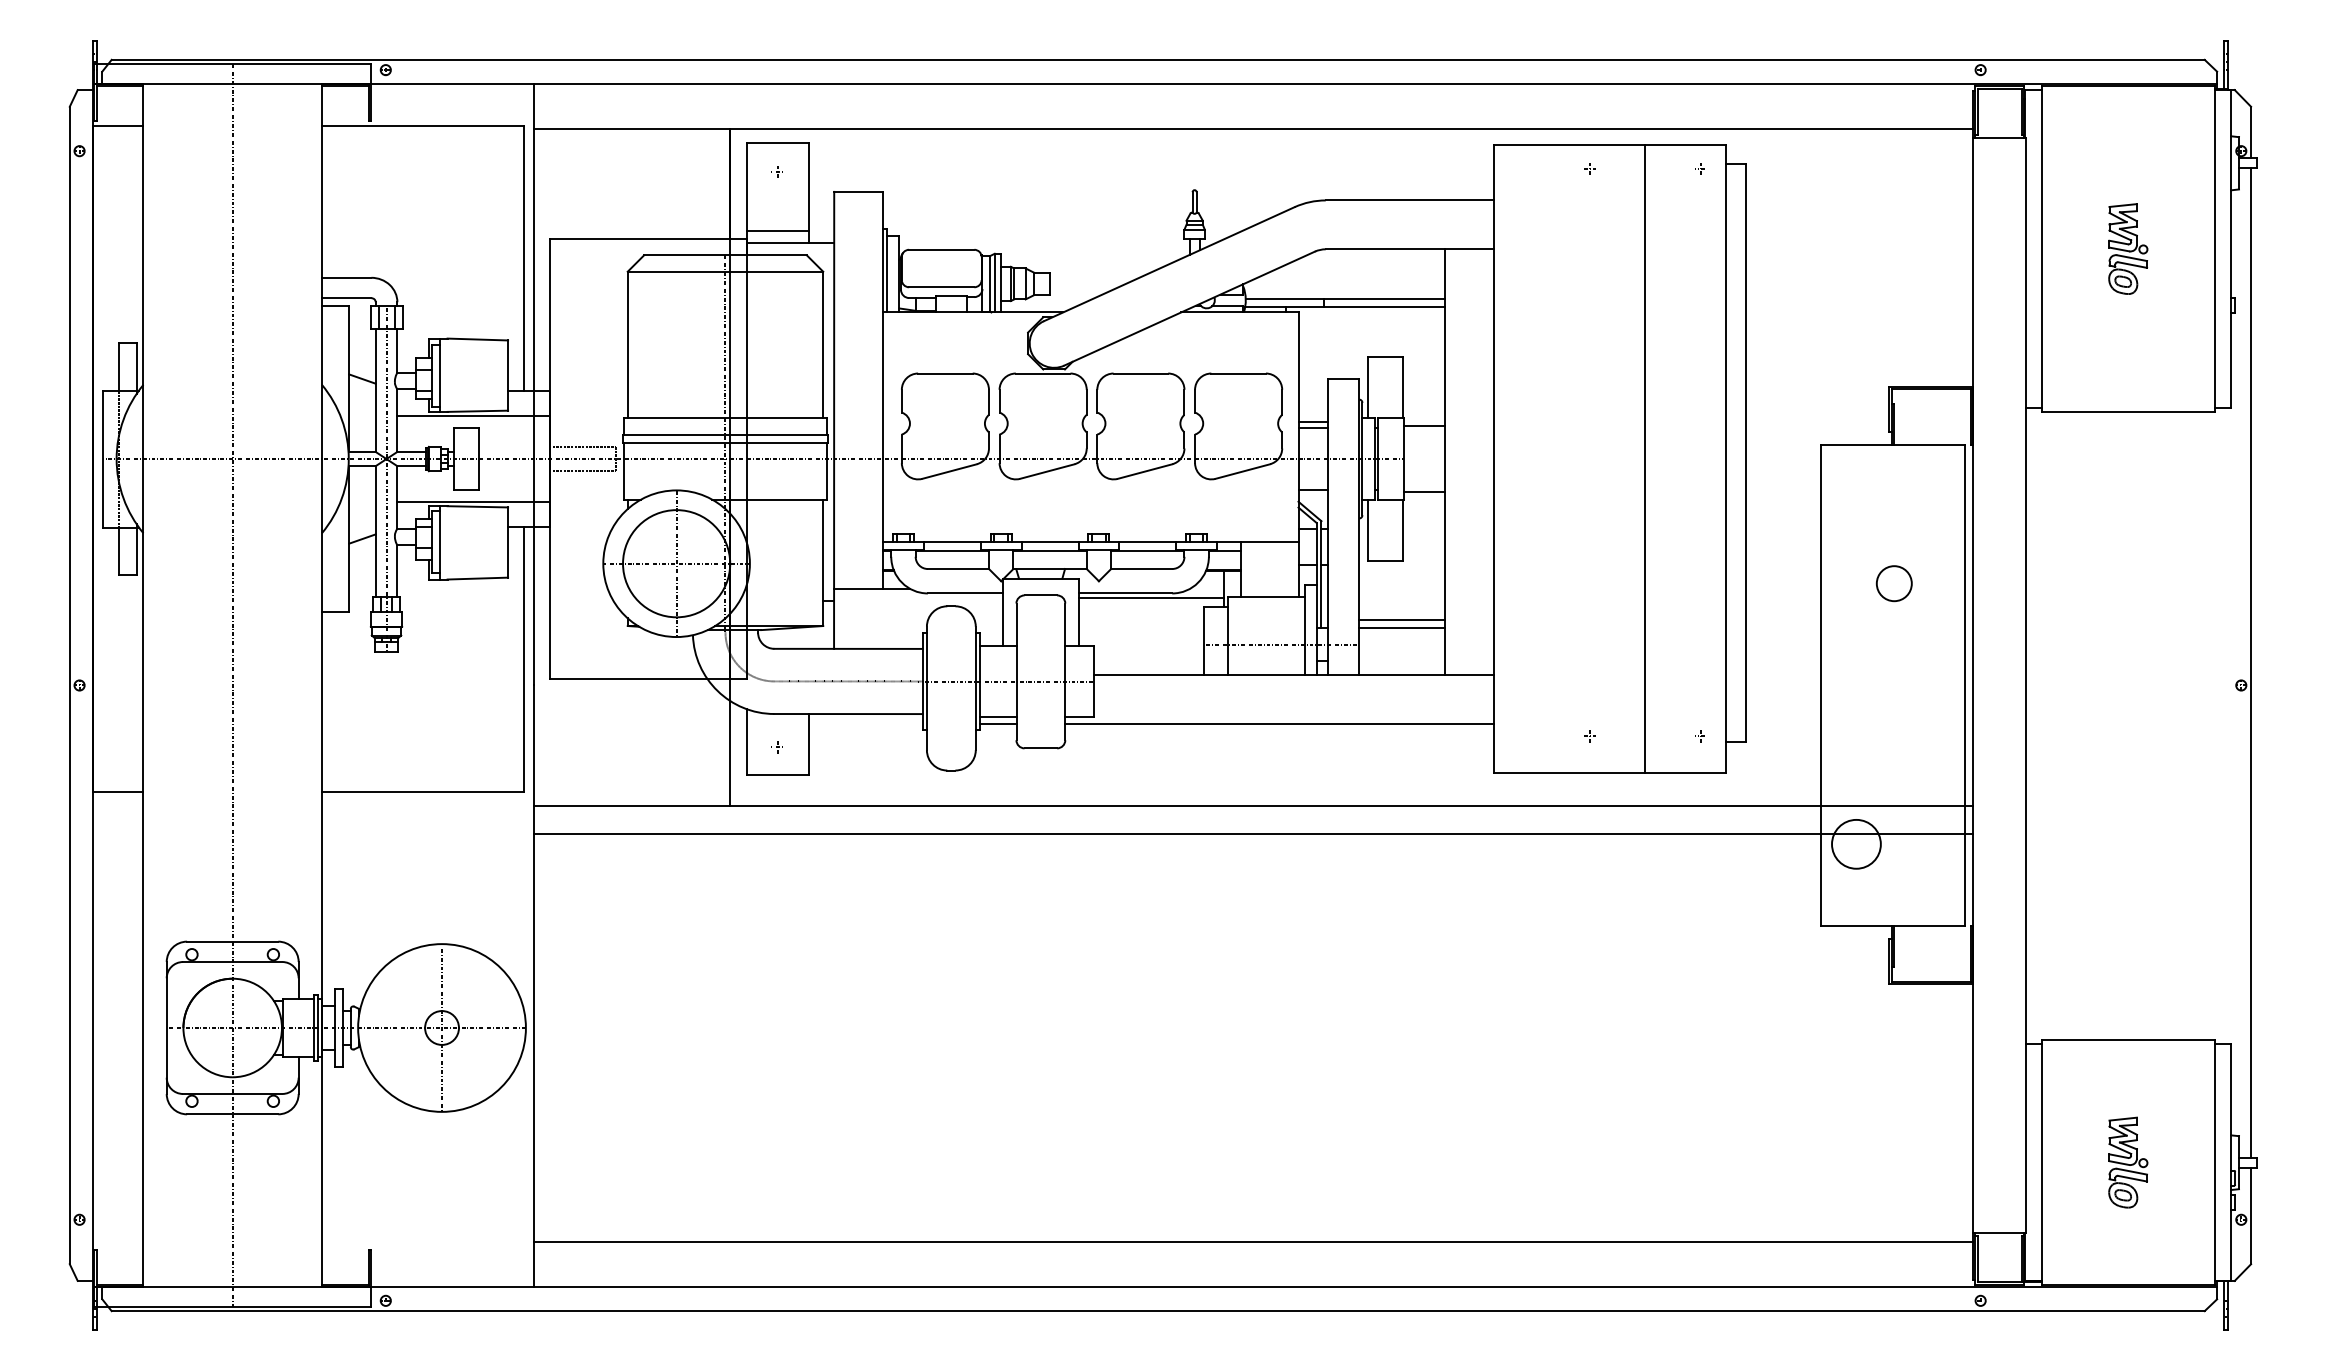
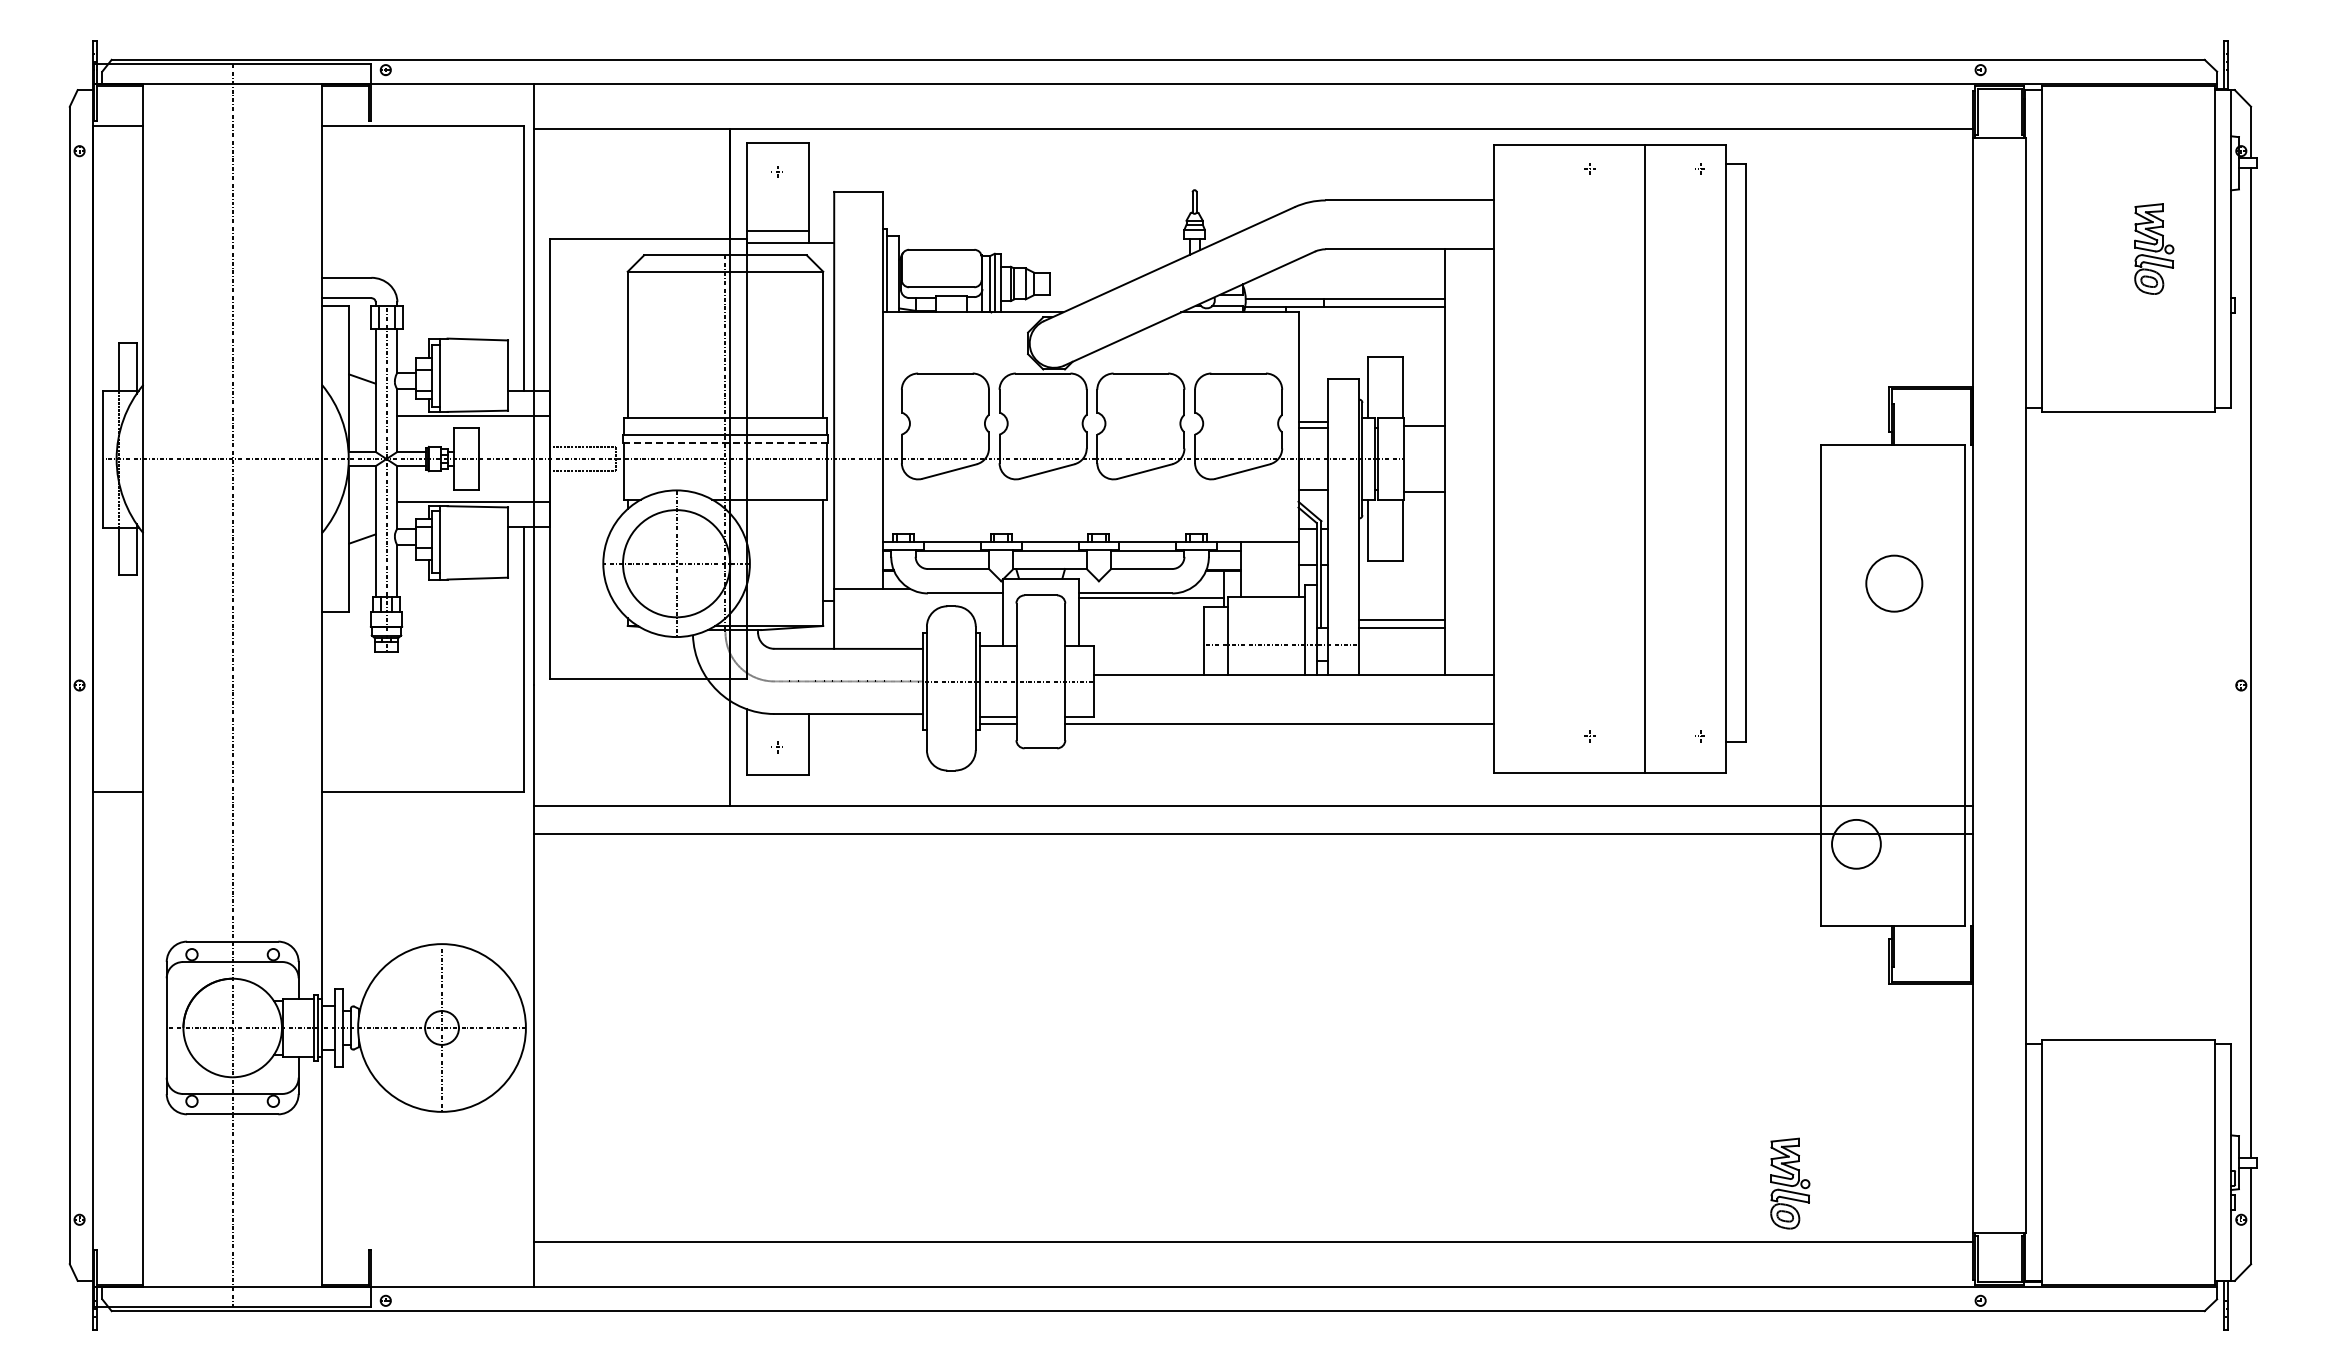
part at (2128, 248) position: (2128, 248) -> (2154, 248)
line at (725, 442): solid -> dashed
circle at (1893, 583) diameter: 35 px -> 56 px
part at (2128, 1162) position: (2128, 1162) -> (1790, 1183)
